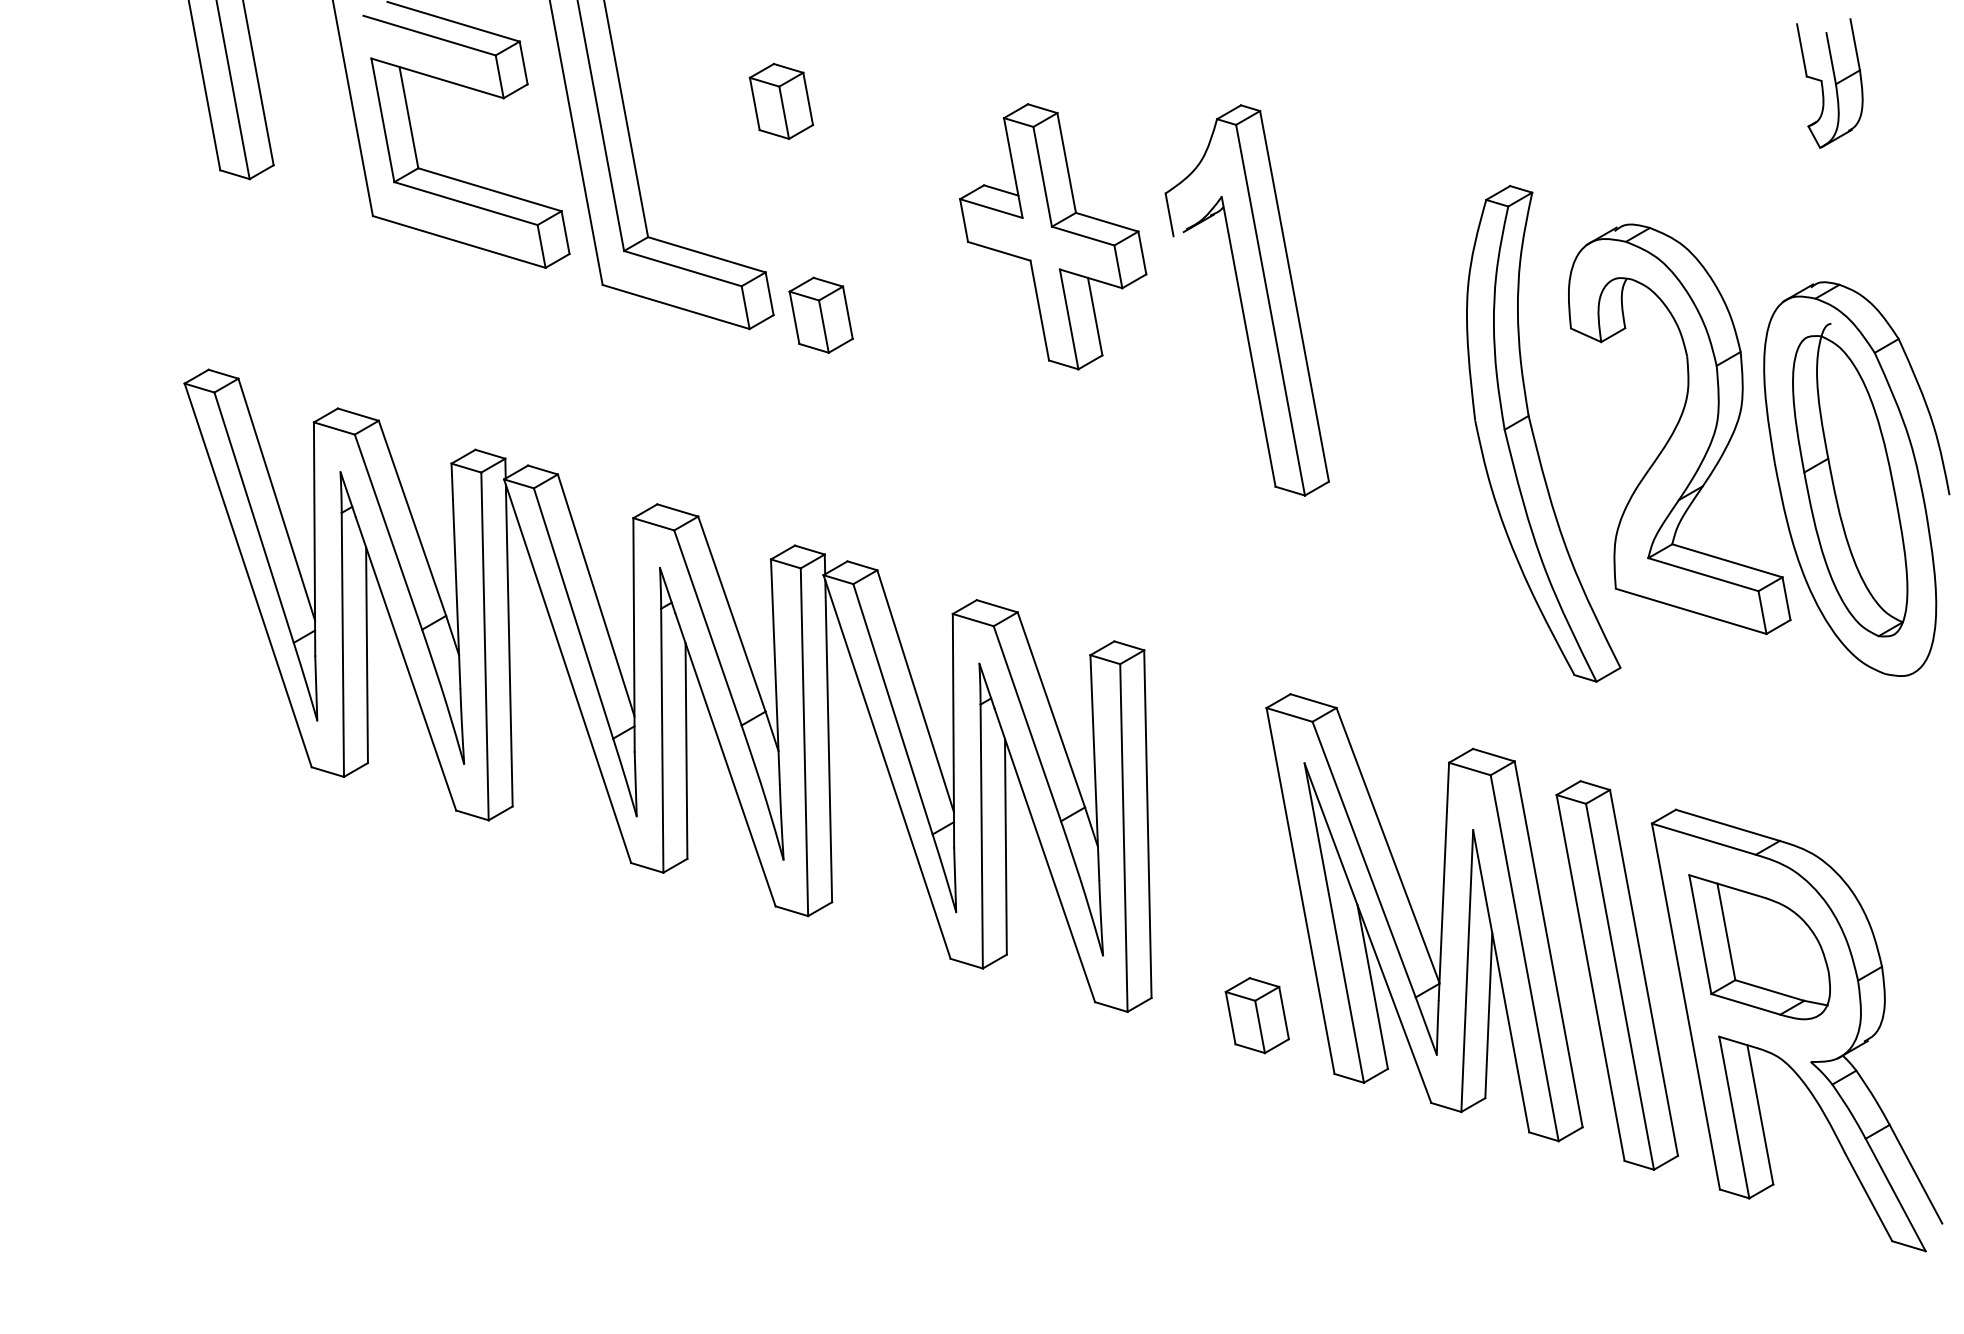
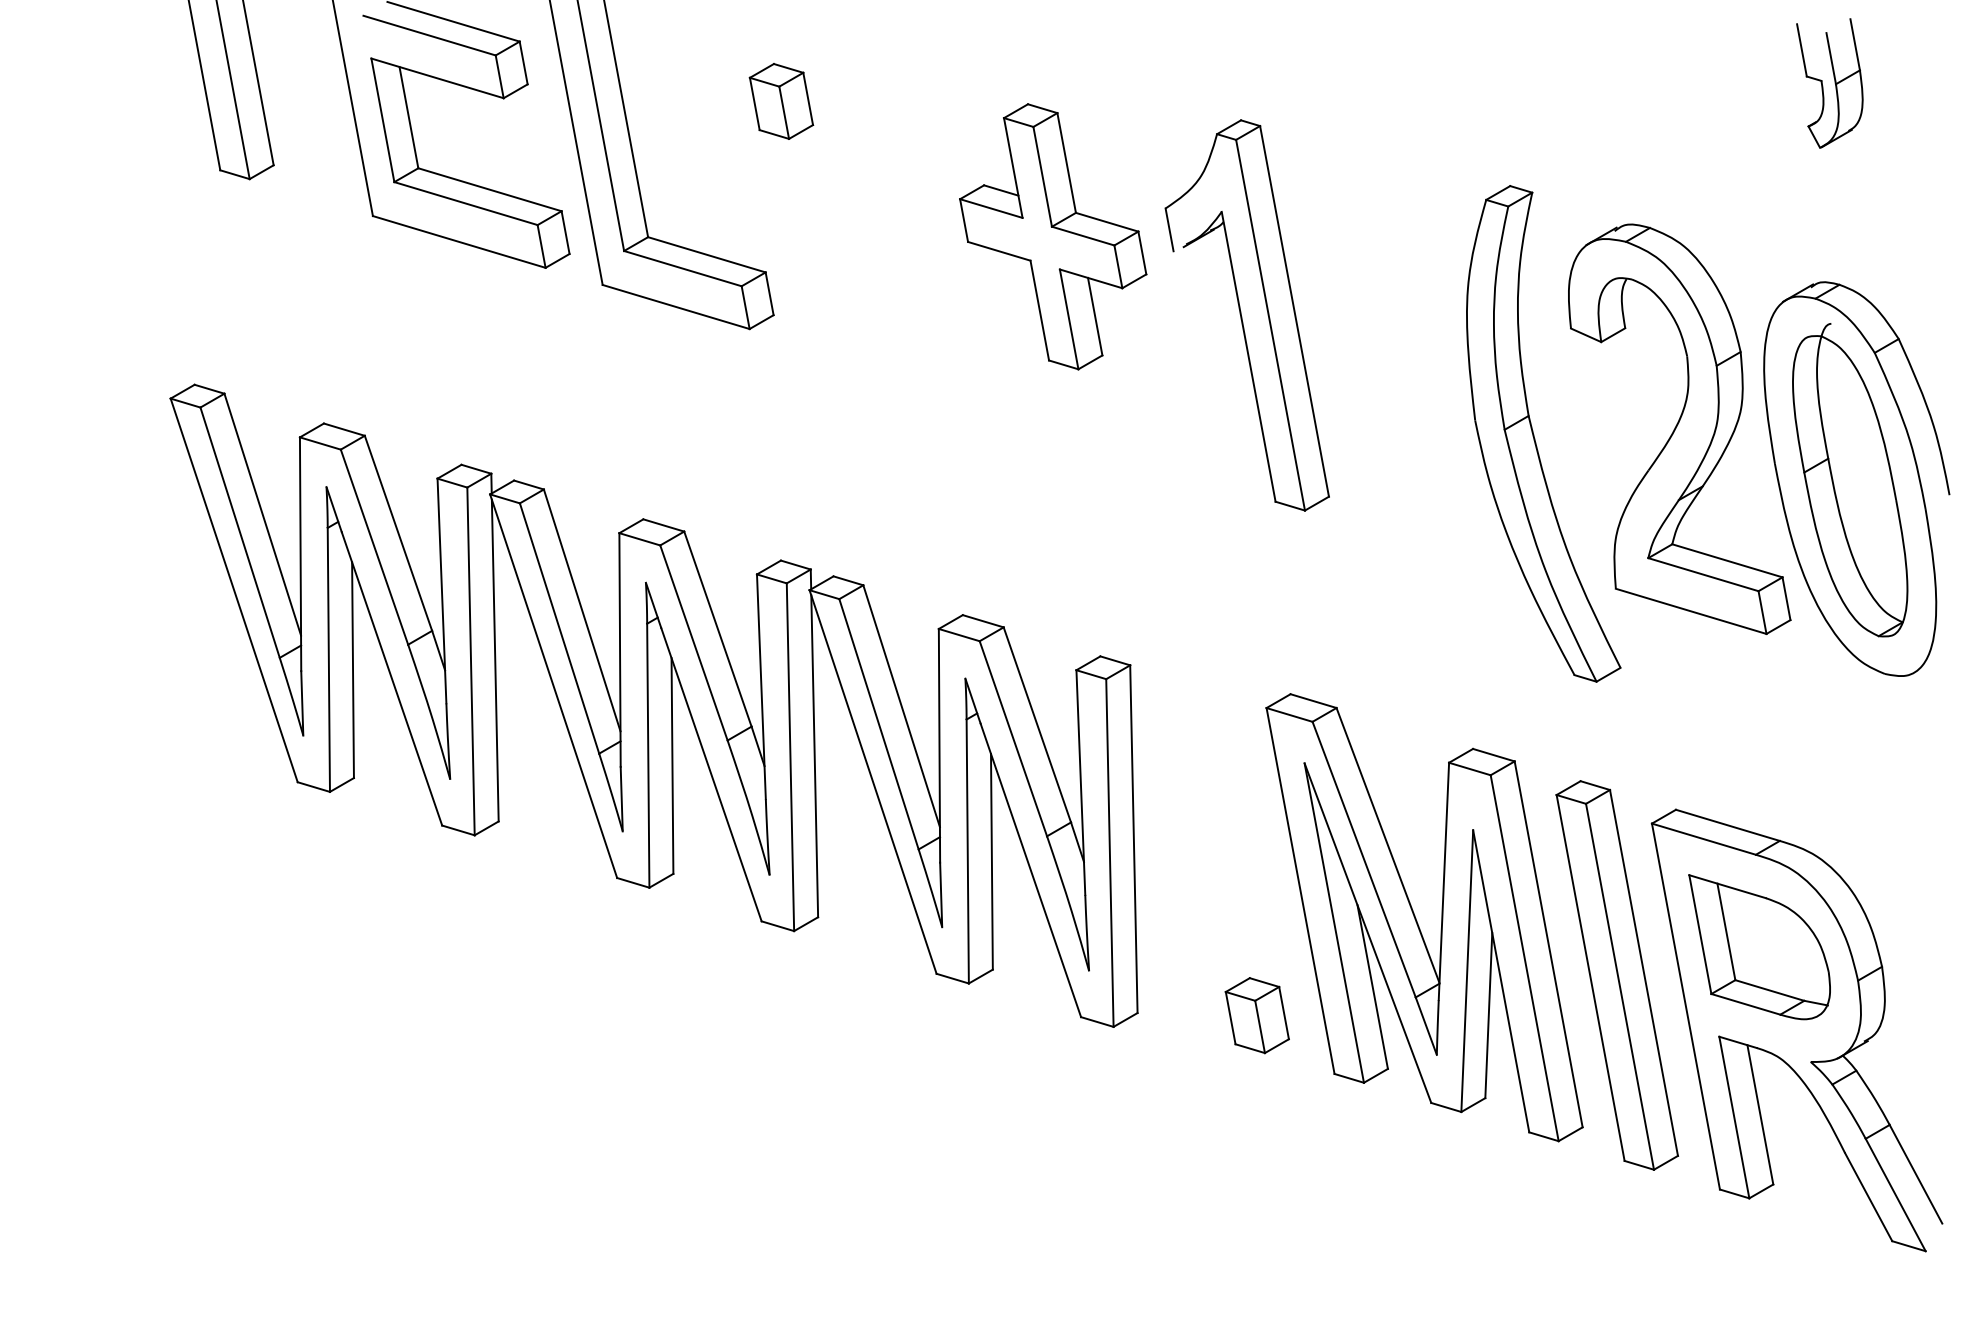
part at (1246, 300) position: (1246, 300) -> (1246, 315)
part at (820, 314): present -> none
part at (667, 690) position: (667, 690) -> (653, 705)
